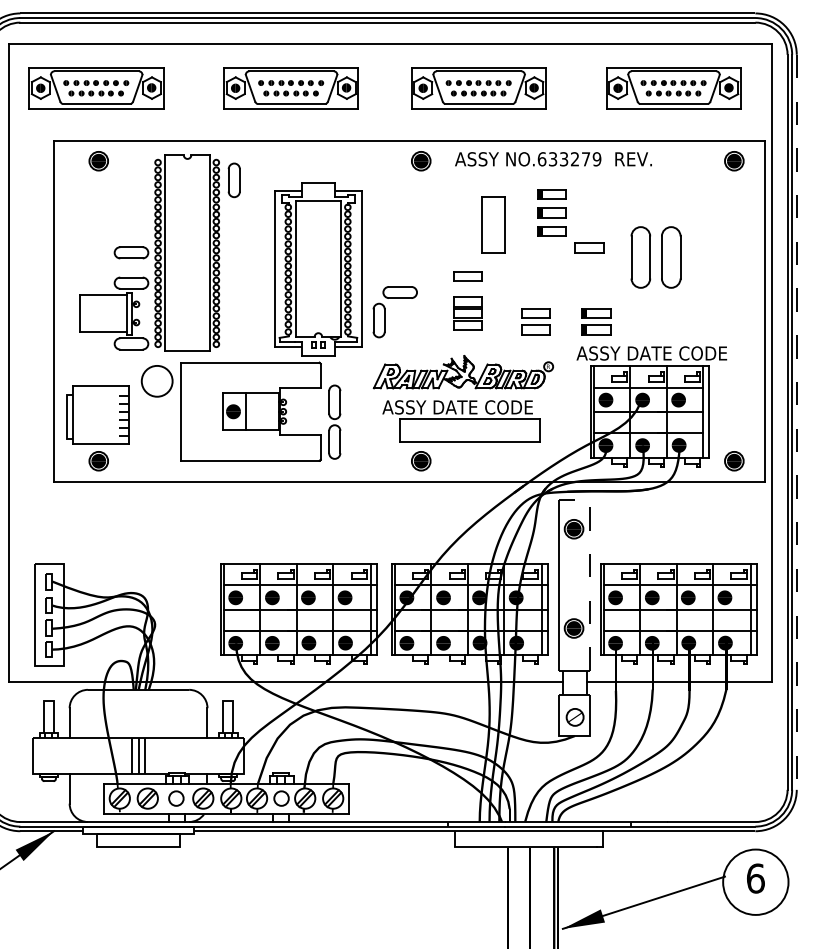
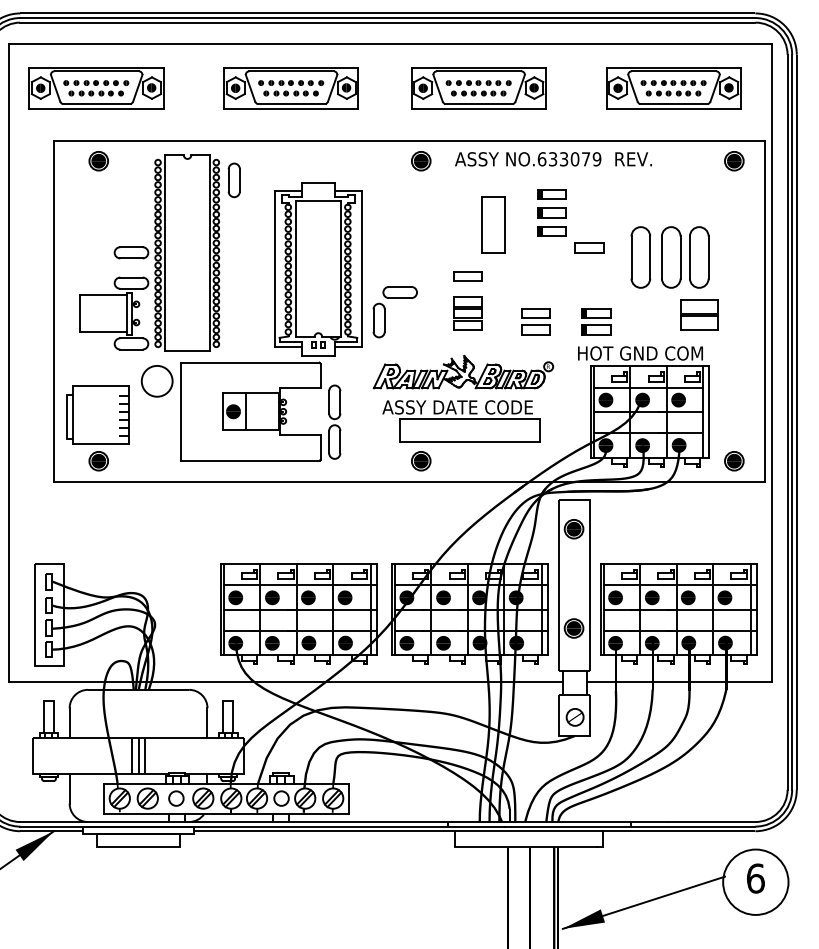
text at (574, 159): NO.633279 -> NO.633079
part at (699, 257): none -> present
part at (699, 314): none -> present
text at (651, 353): ASSY DATE CODE -> HOT GND COM
line at (796, 422): dashed -> solid
line at (590, 568): dashed -> solid
